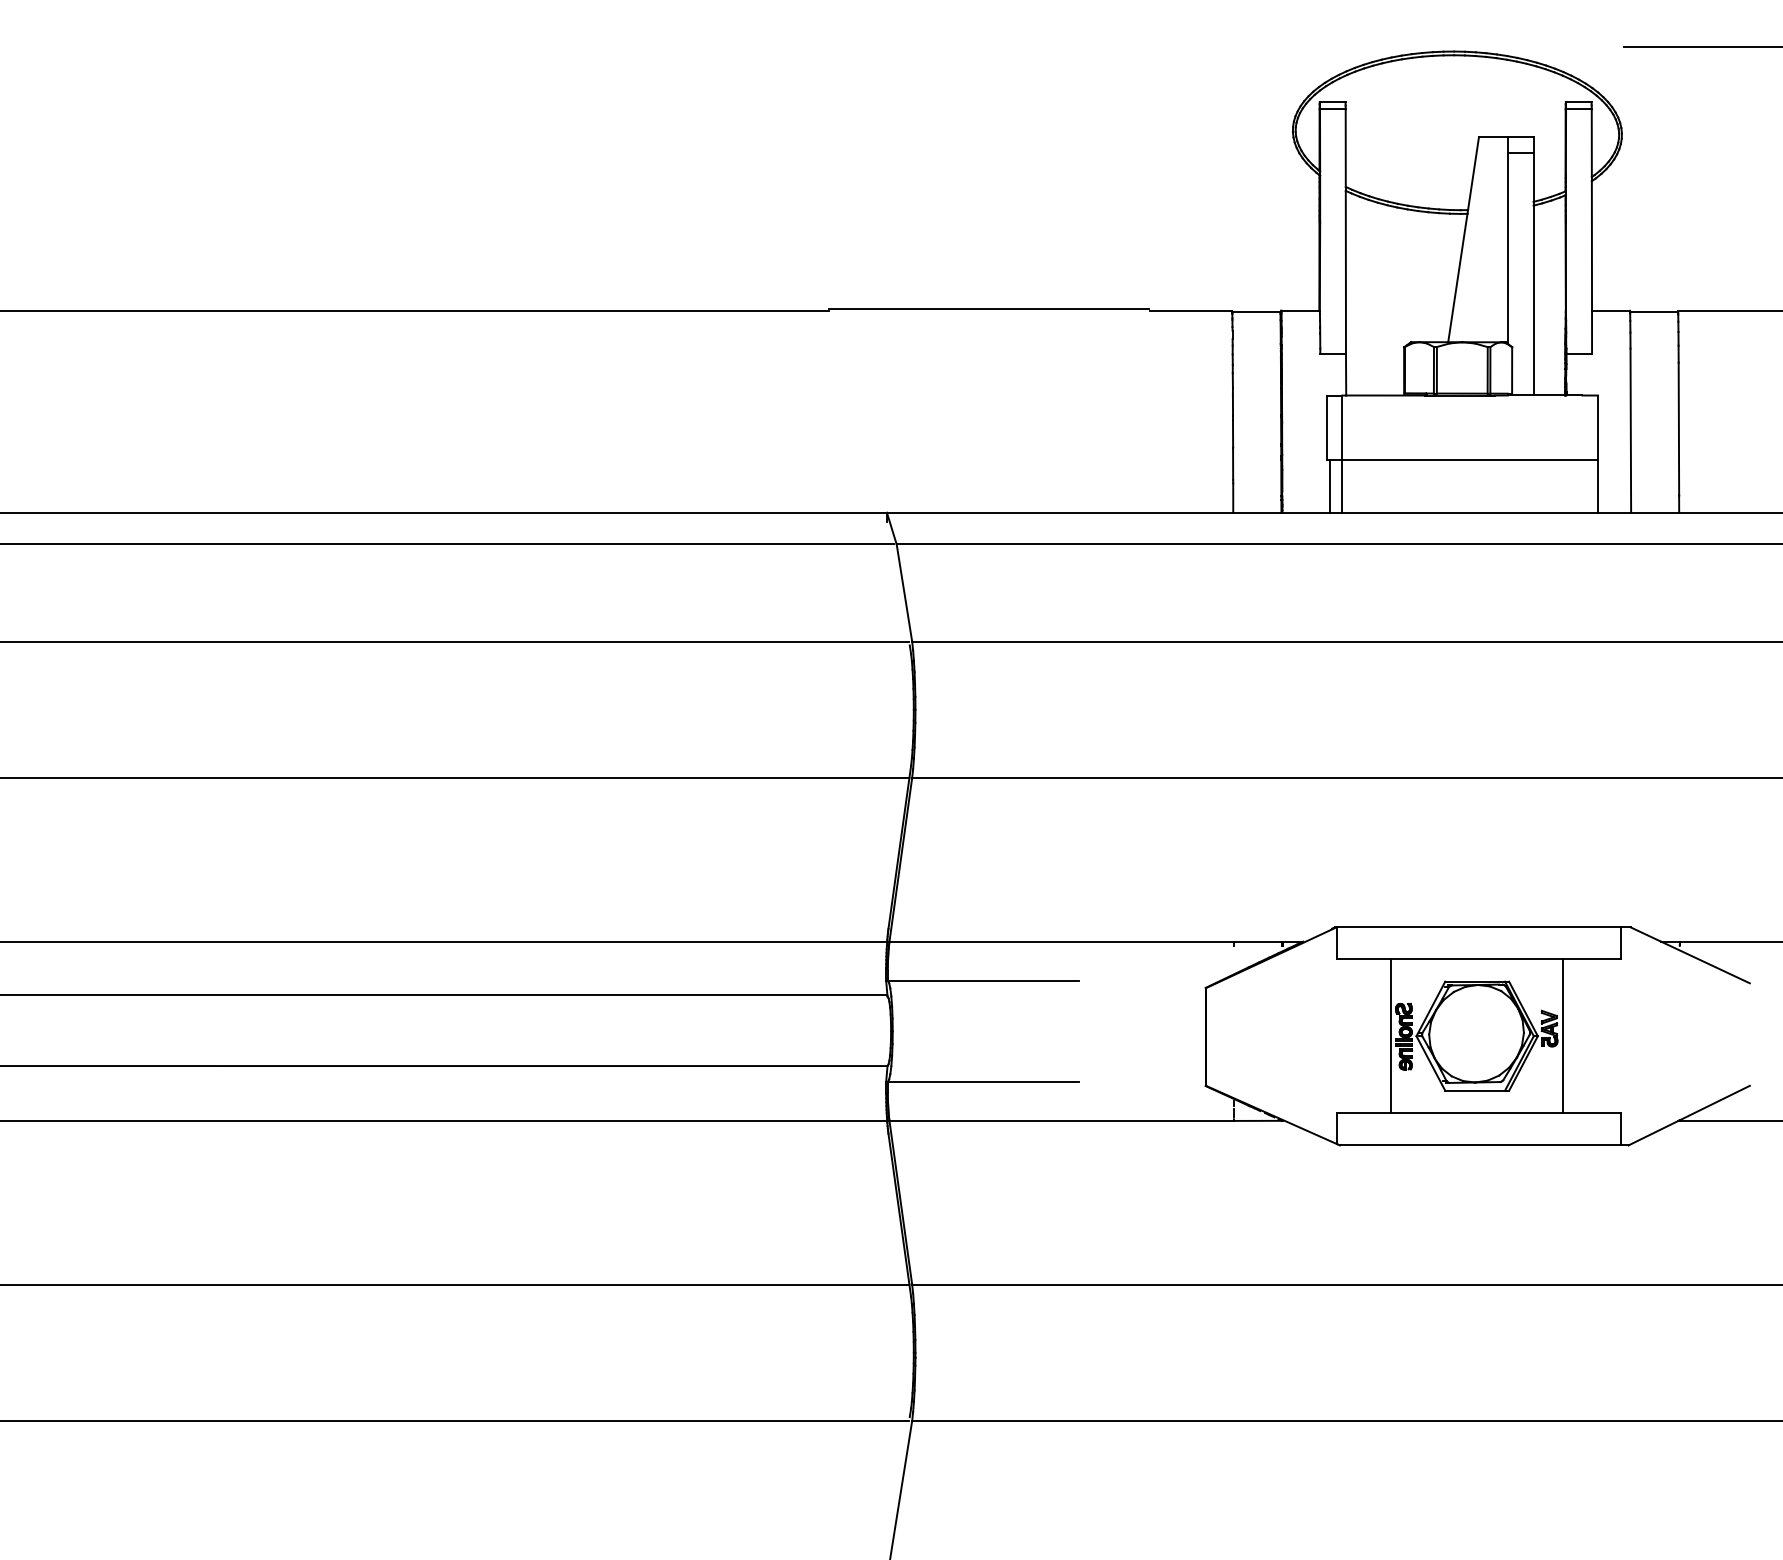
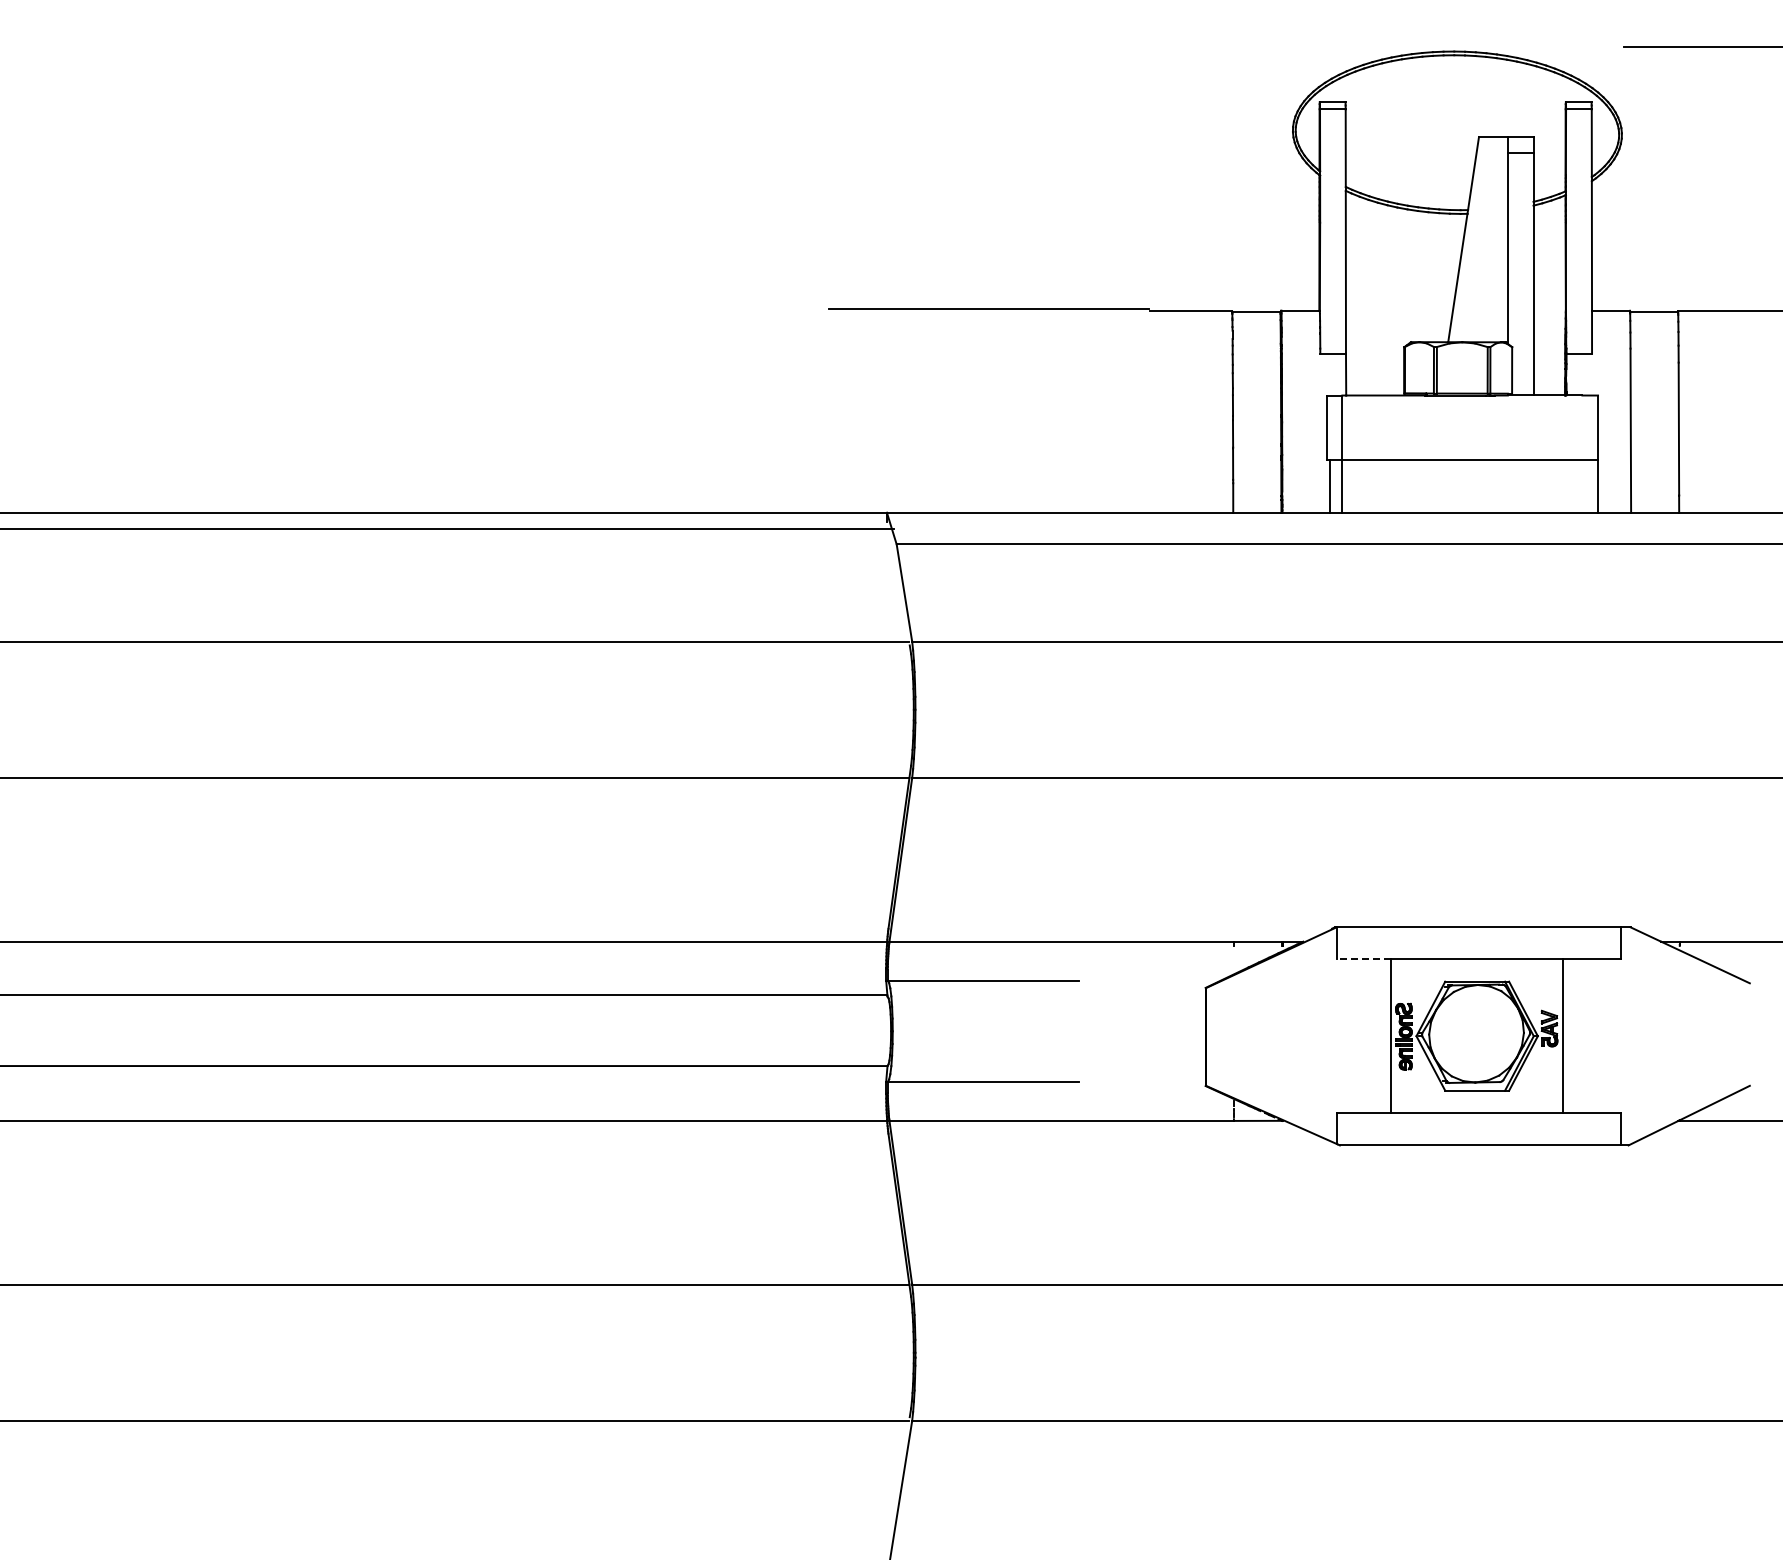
line at (415, 311): present -> none
line at (447, 544) position: (447, 544) -> (447, 529)
line at (1364, 959): solid -> dashed
